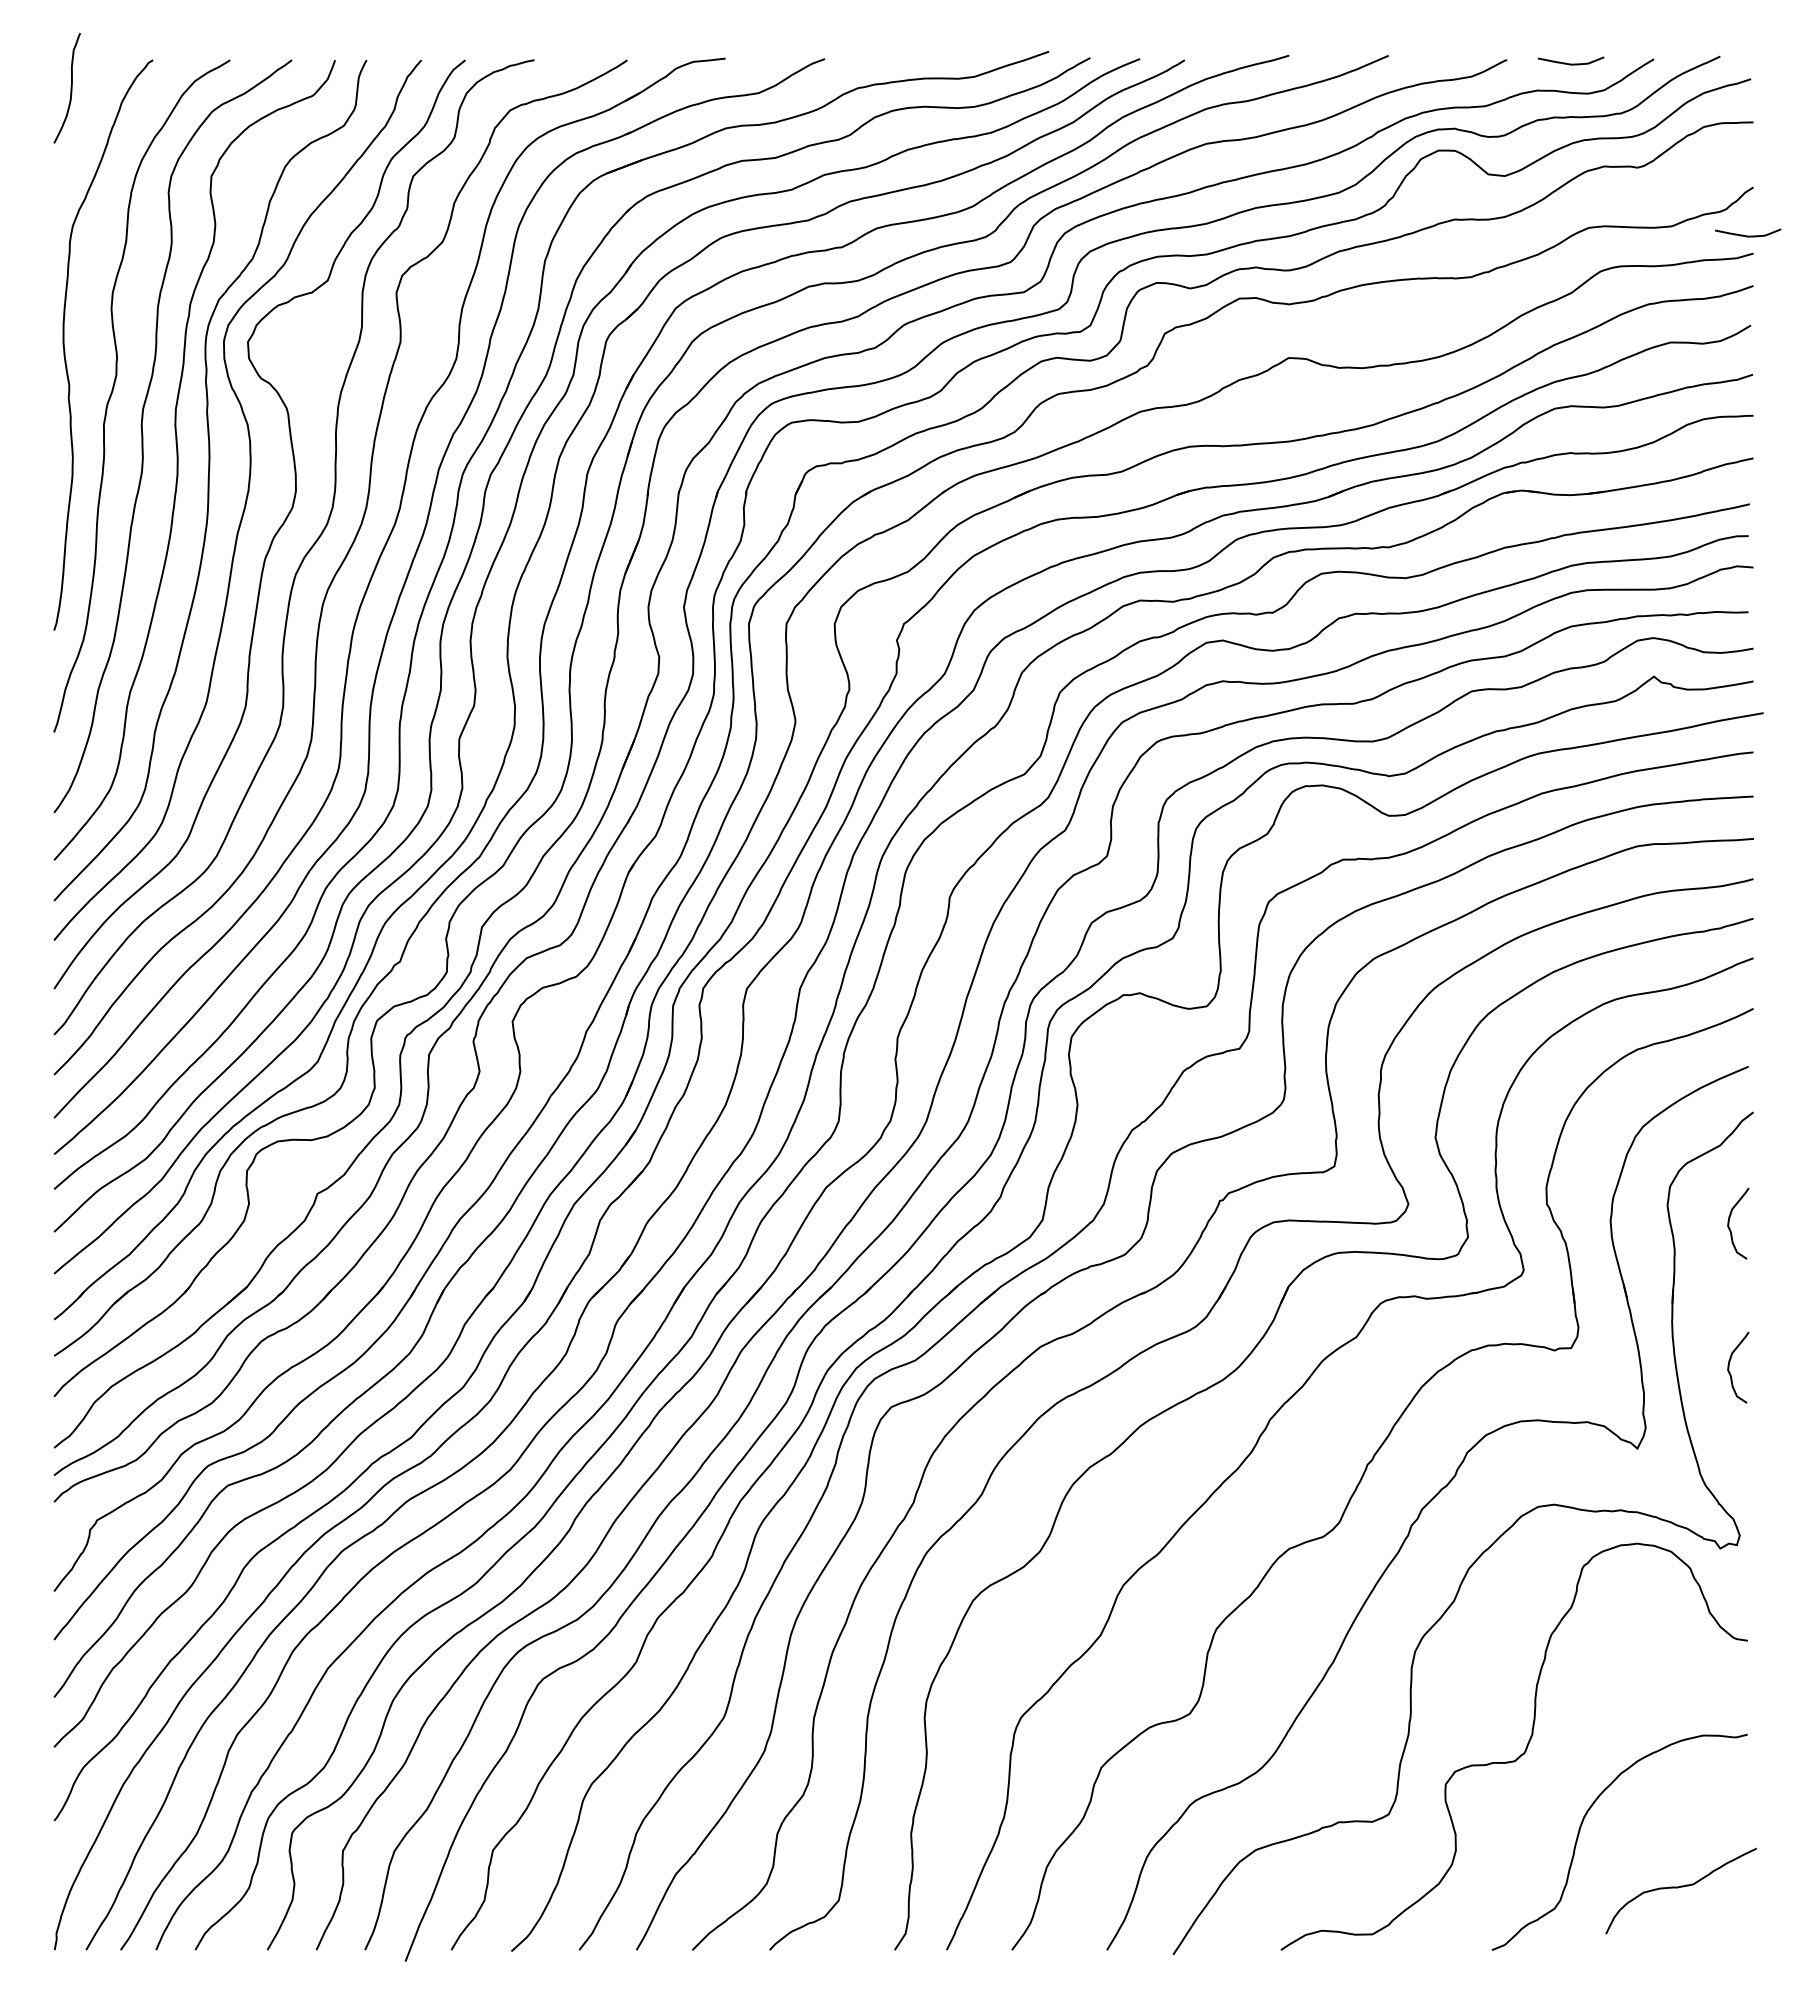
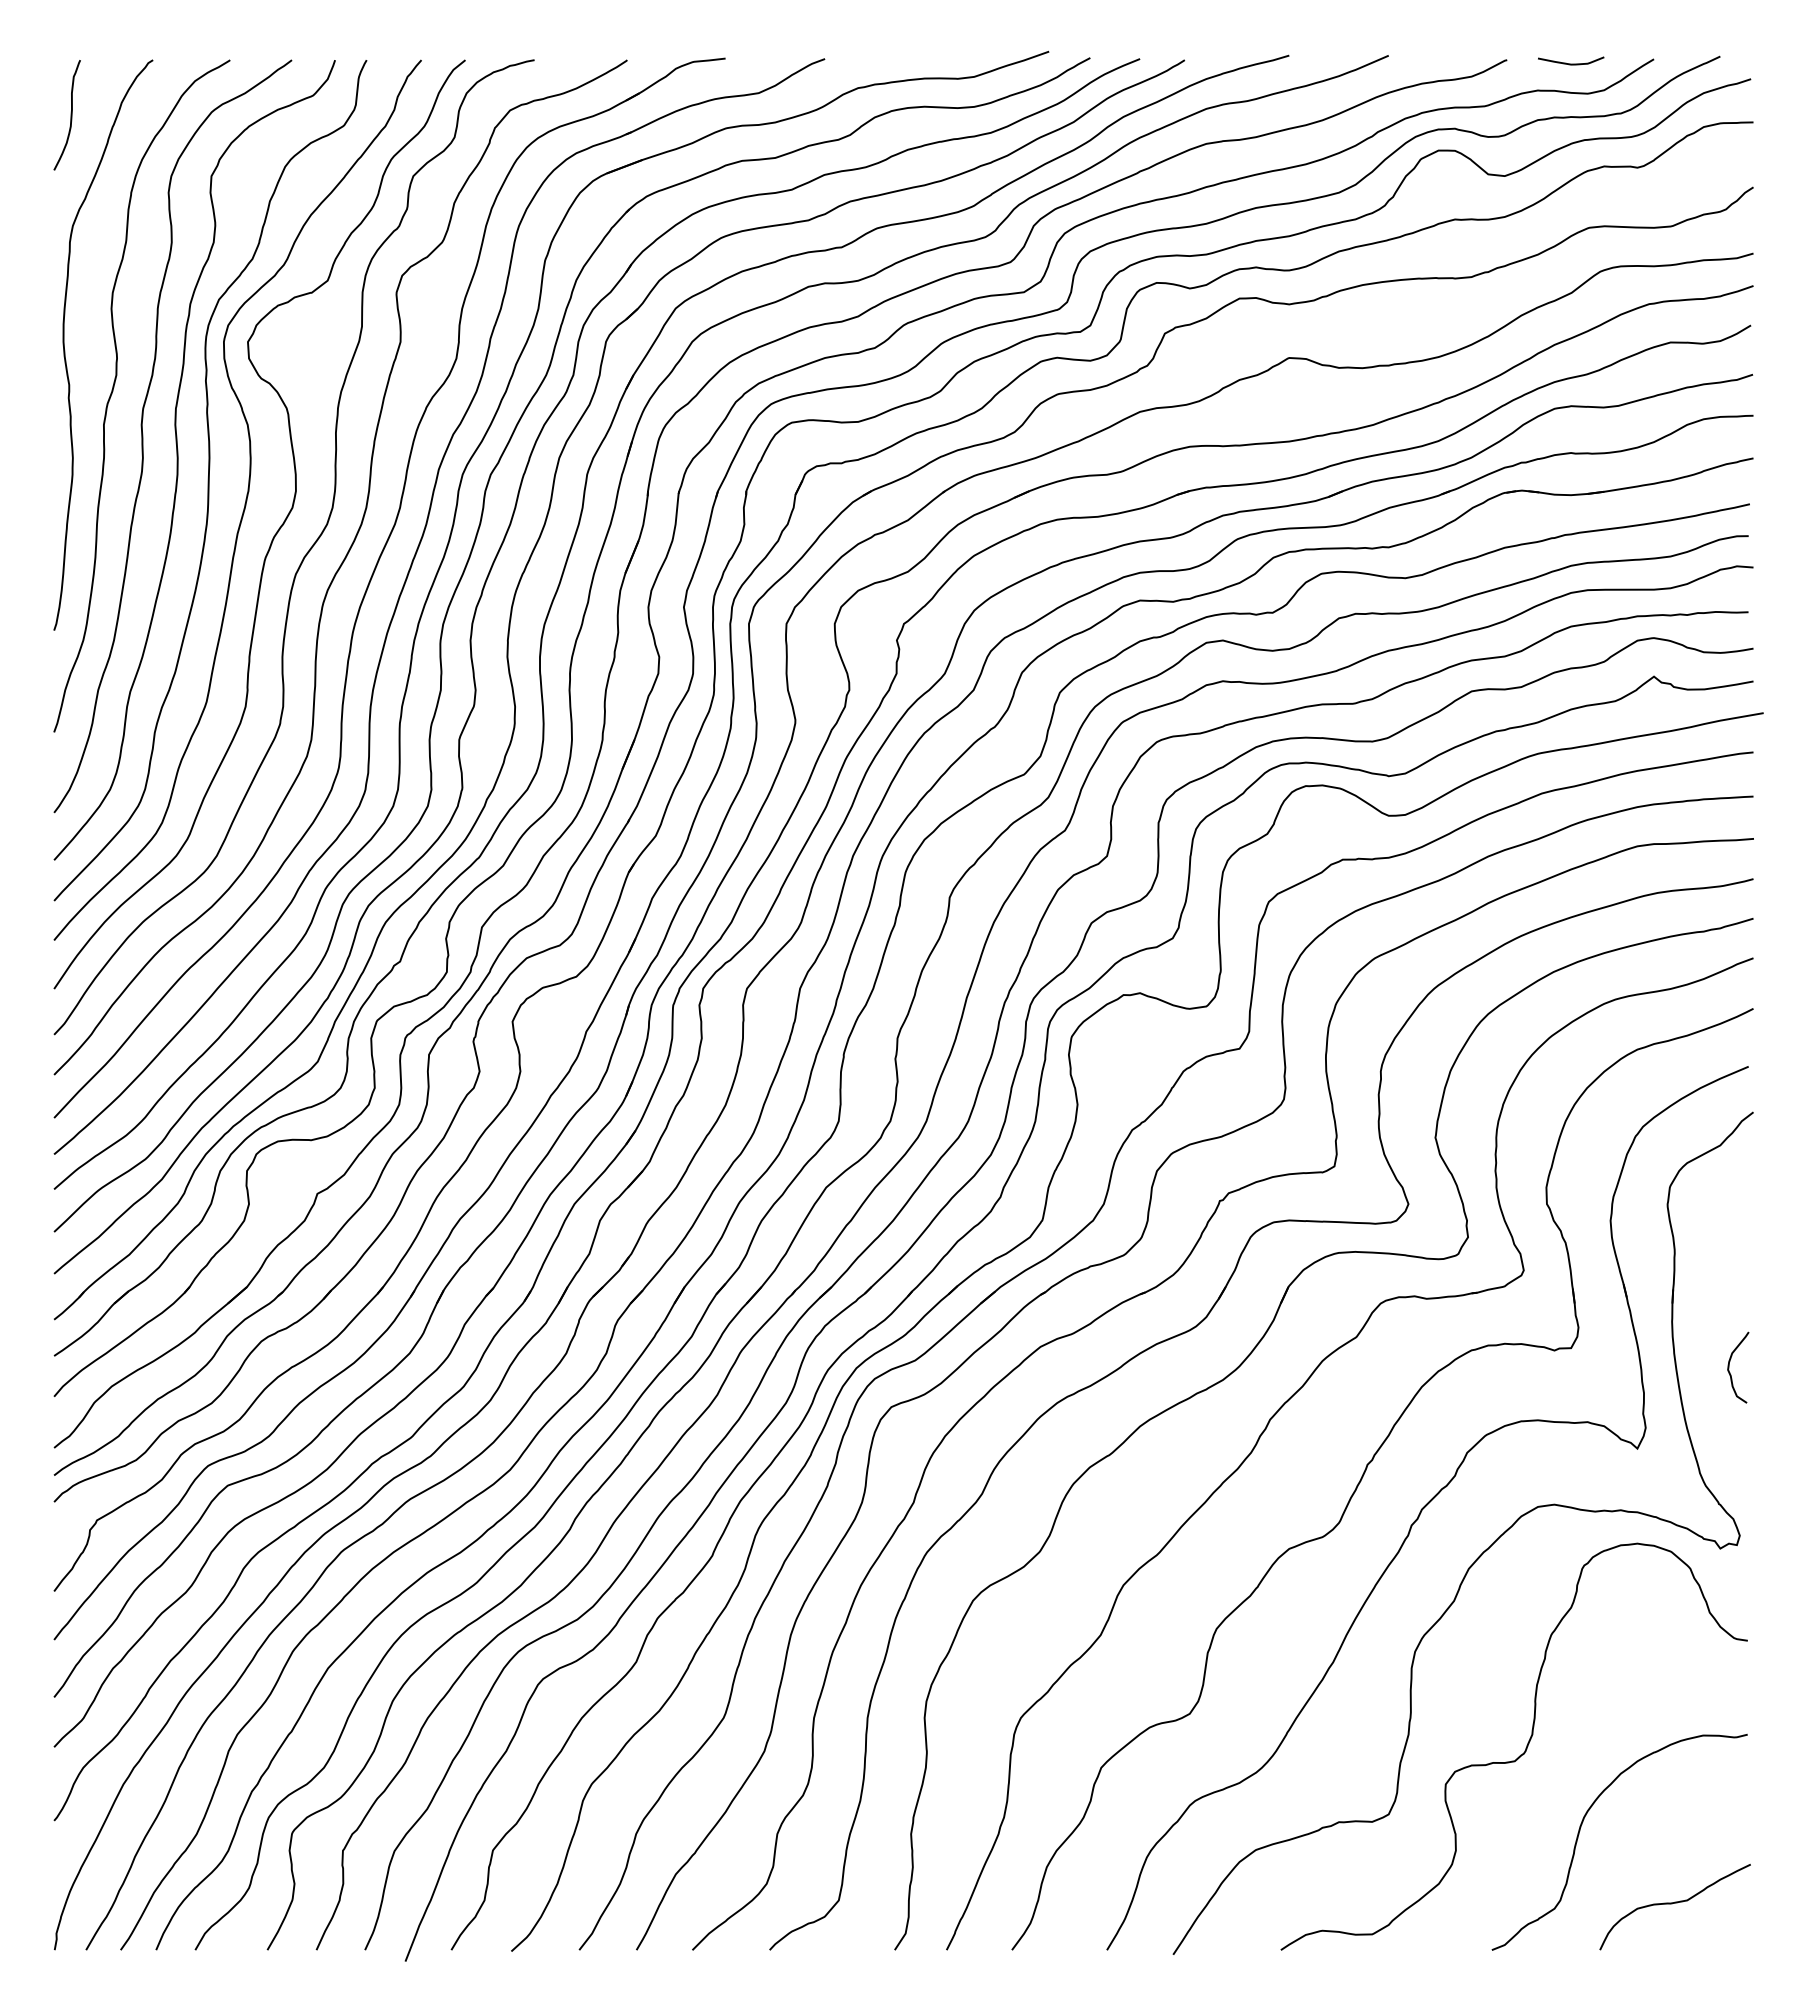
curve at (70, 88) position: (70, 88) -> (70, 115)
curve at (1748, 235): present -> none
curve at (1729, 1223): present -> none
curve at (1678, 1888) position: (1678, 1888) -> (1672, 1904)
